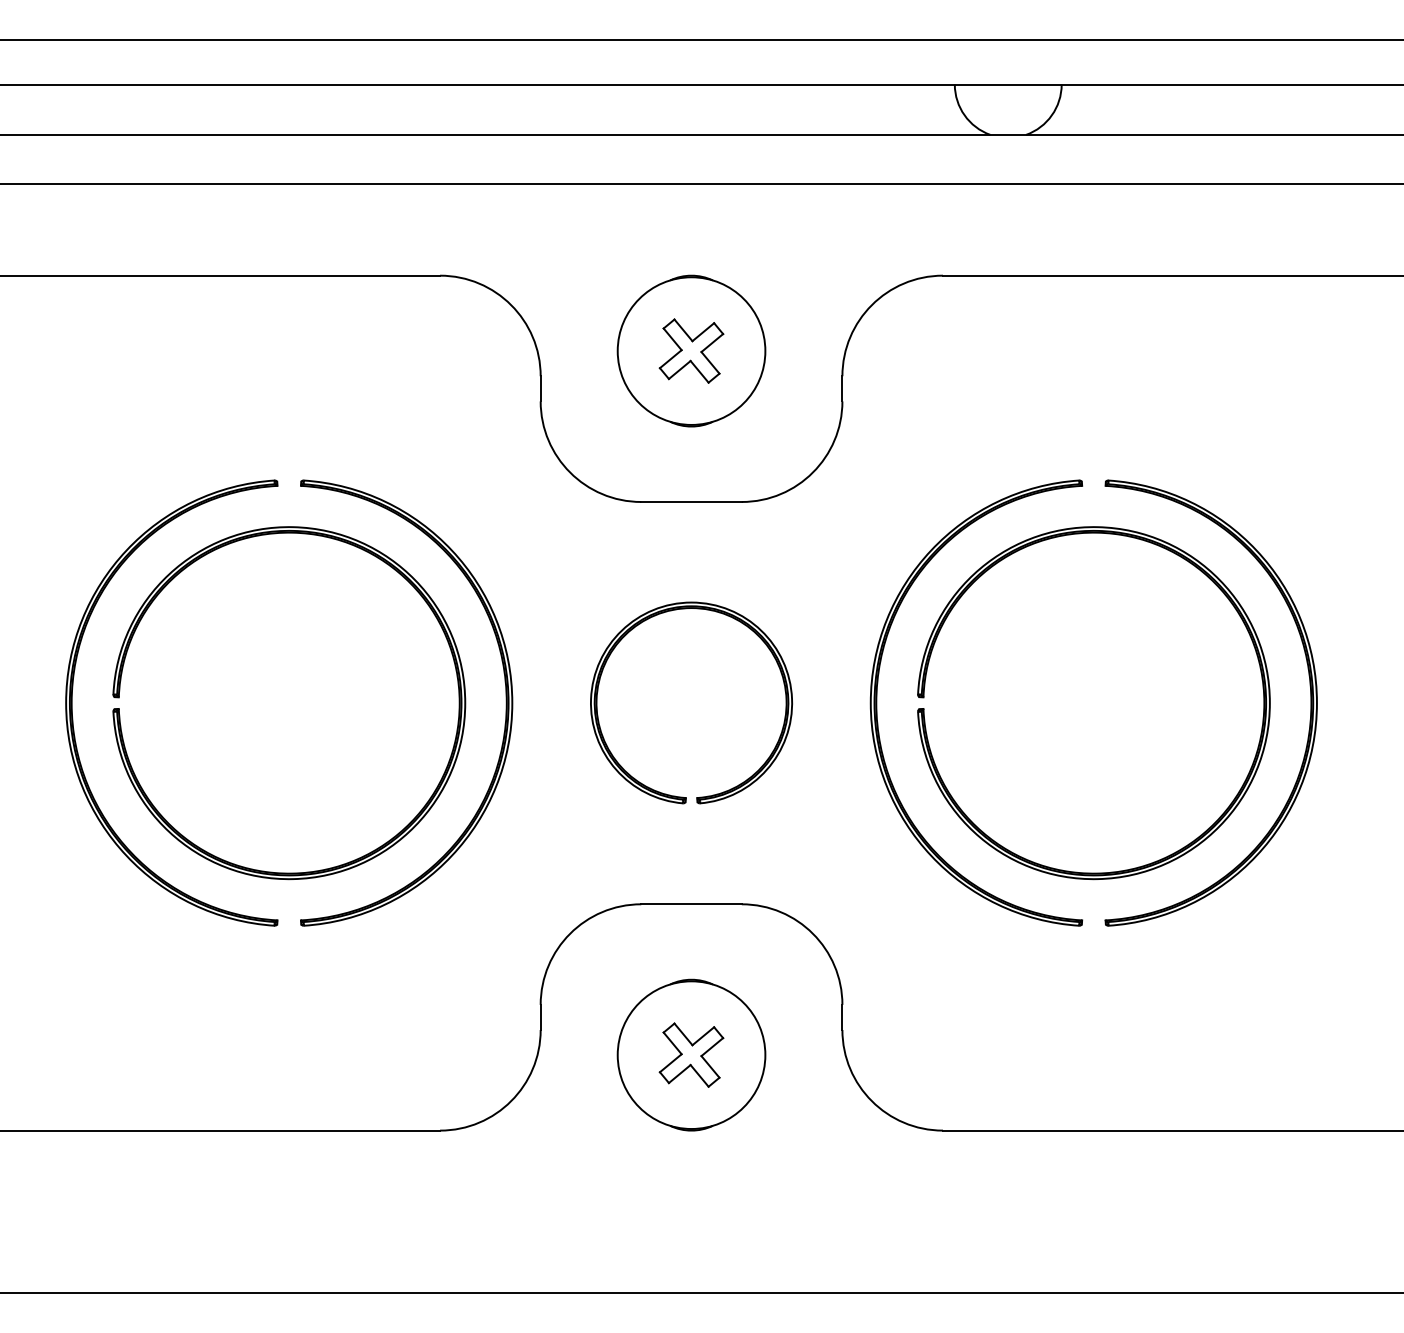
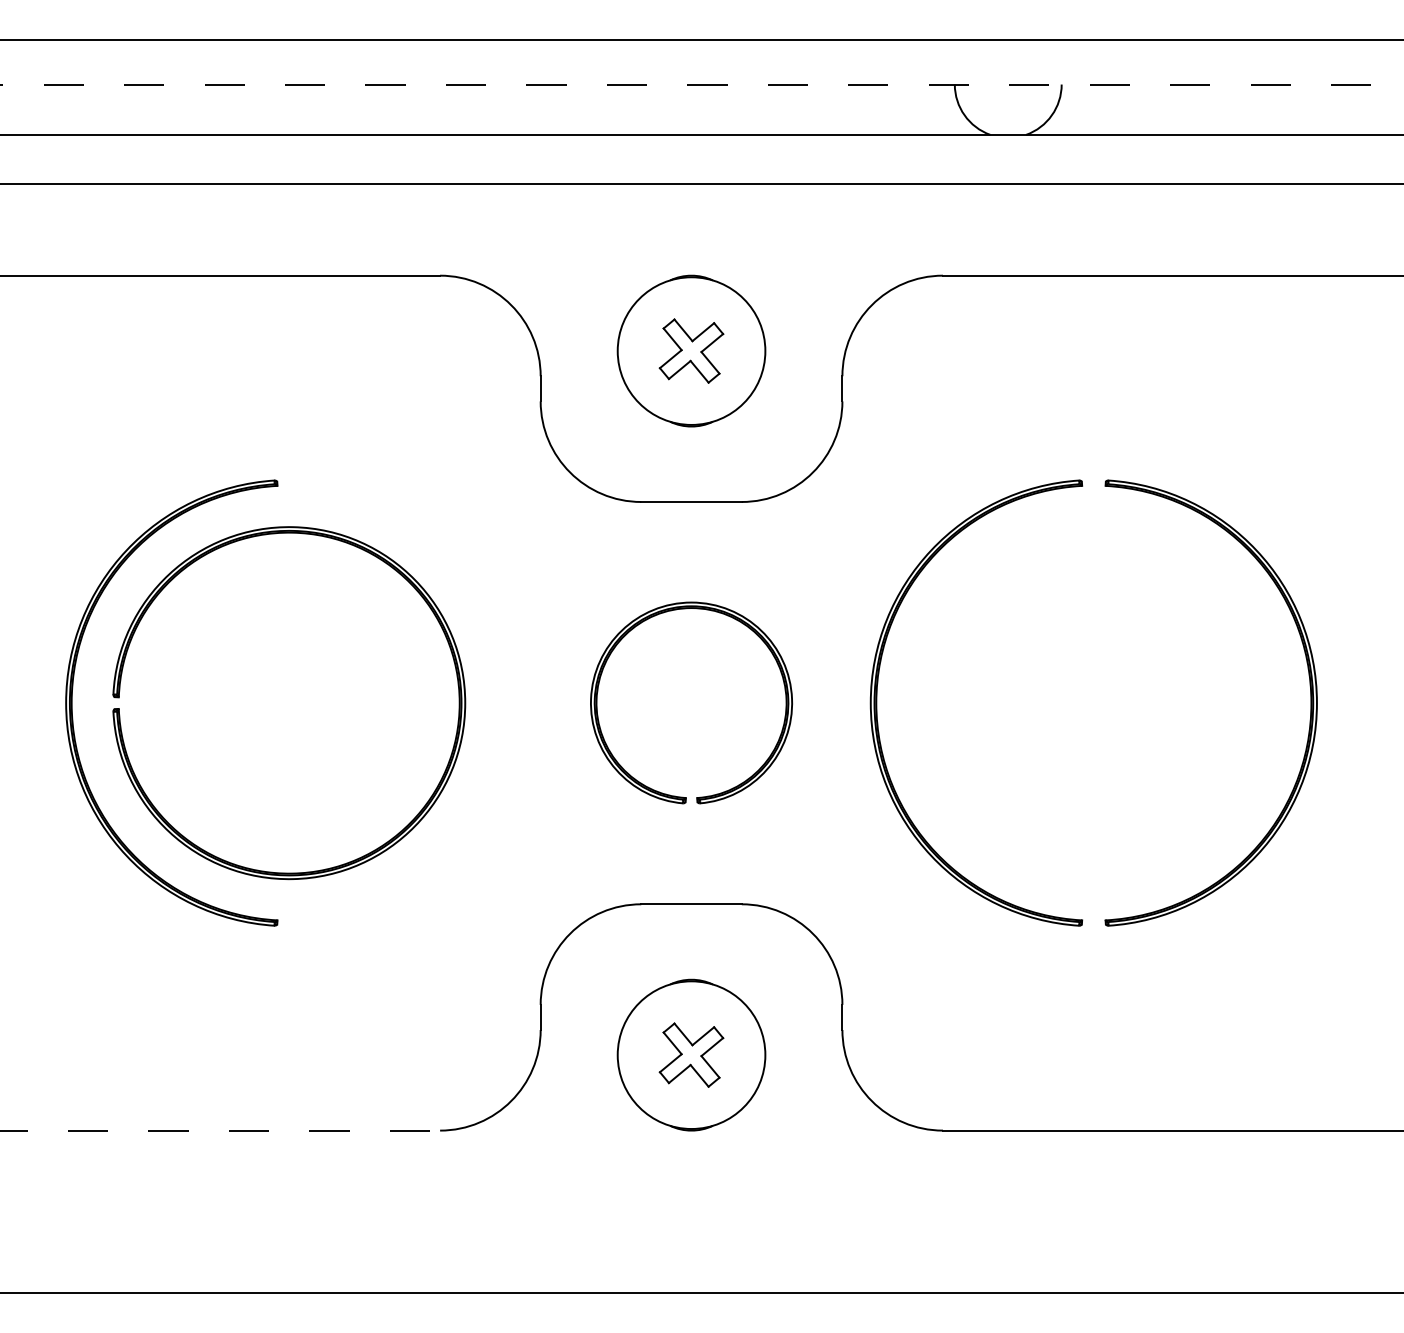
line at (702, 84): solid -> dashed
part at (505, 702): present -> none
part at (961, 808): present -> none
line at (220, 1130): solid -> dashed
